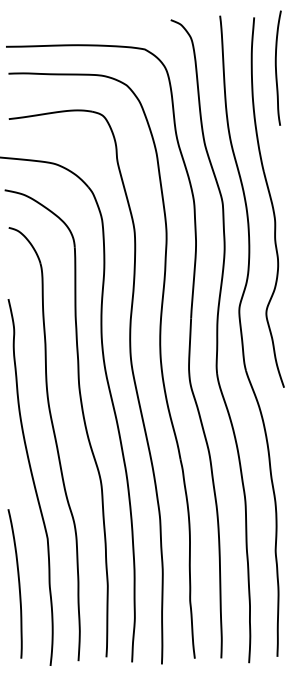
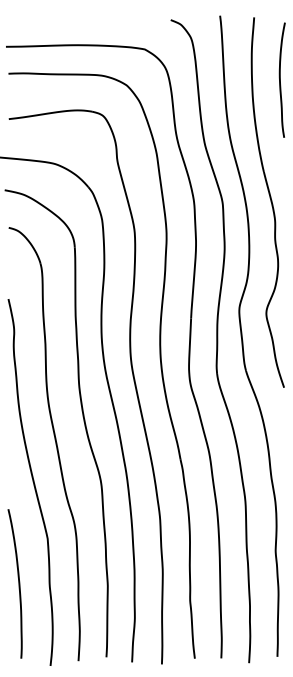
curve at (276, 67) position: (276, 67) -> (280, 79)
